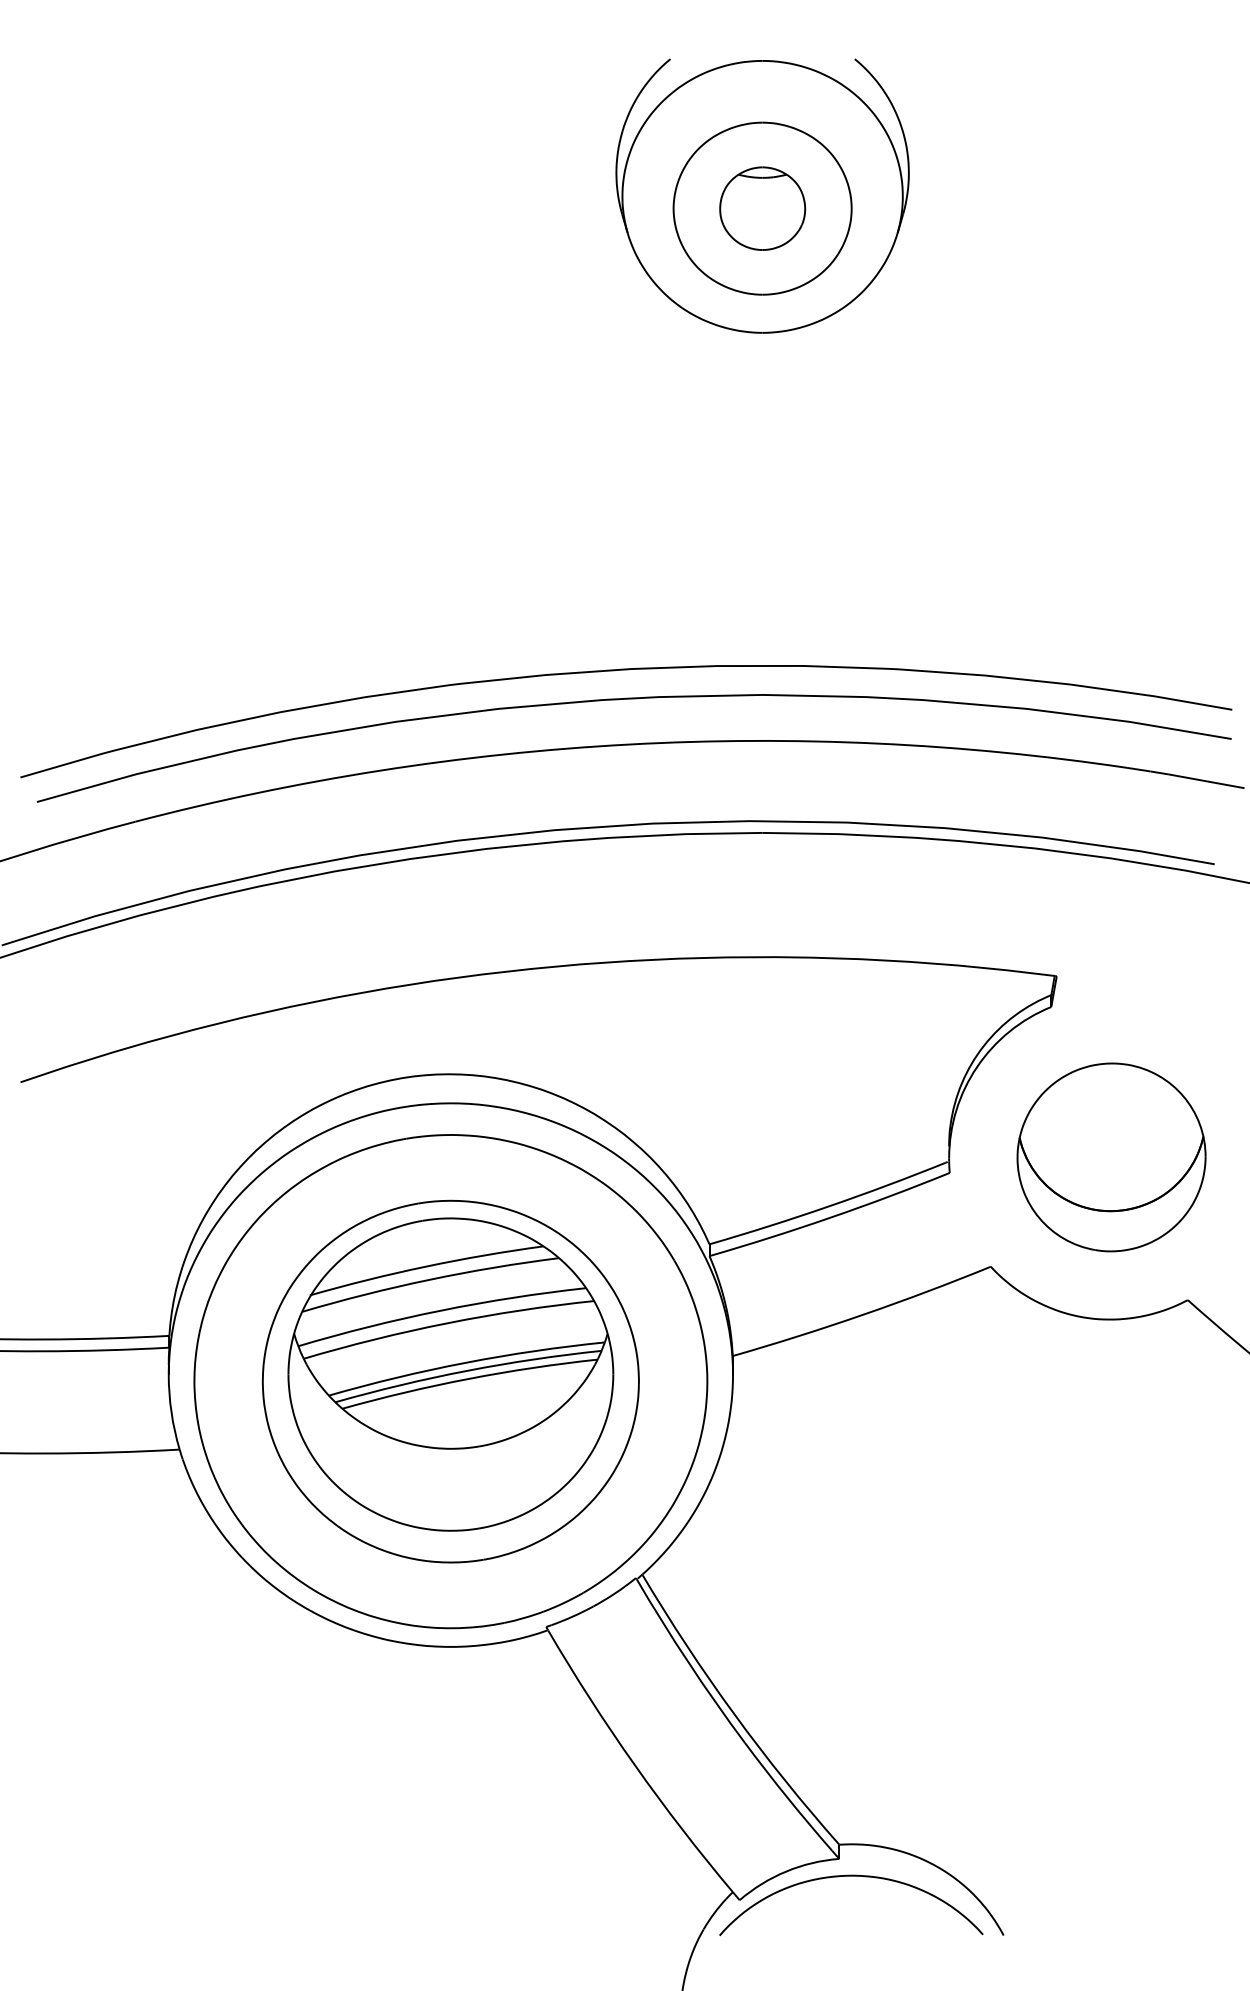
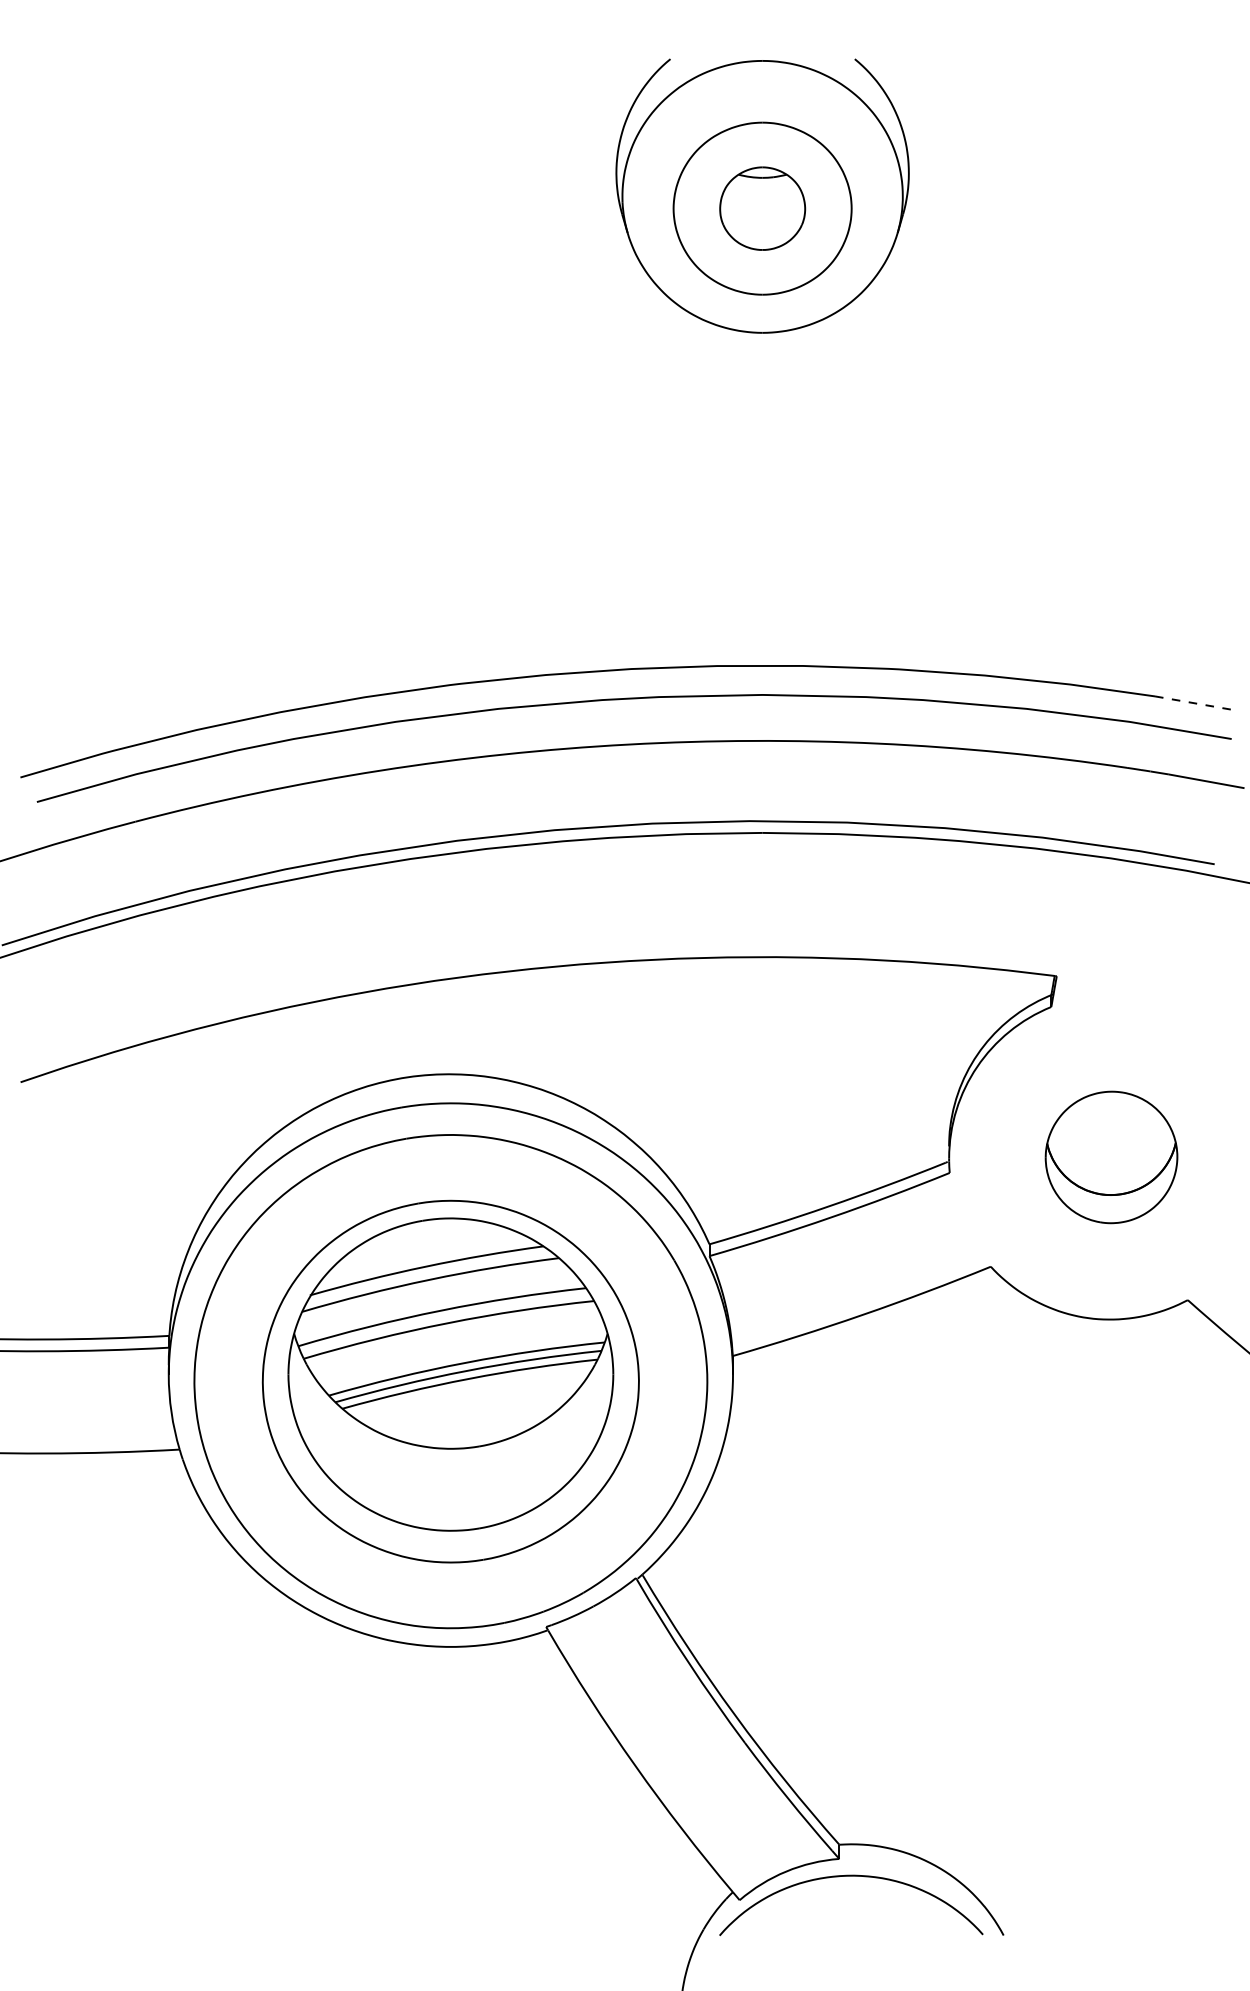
line at (1194, 703): solid -> dashed
part at (1111, 1157) size: 191x191 px -> 135x135 px
